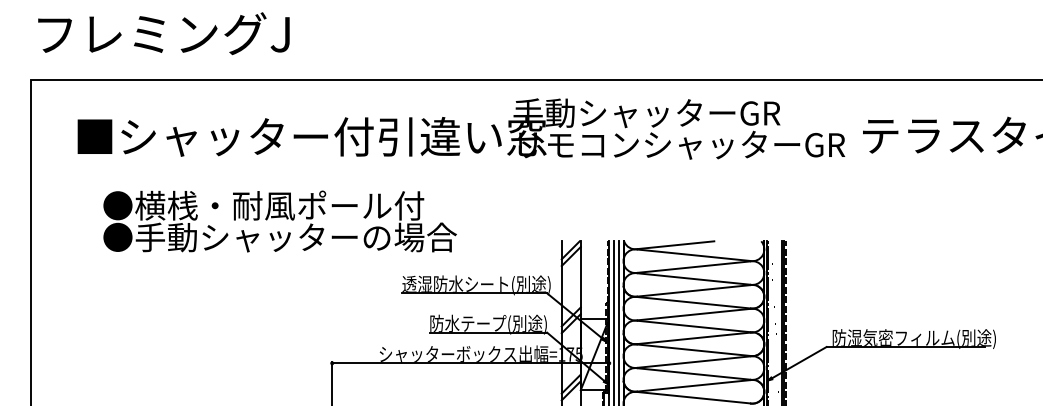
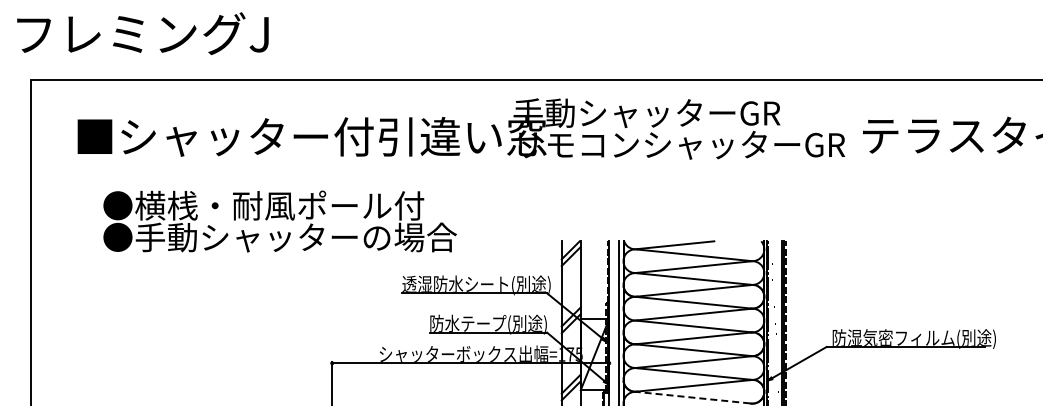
text at (163, 33) position: (163, 33) -> (142, 33)
line at (613, 321): present -> none
line at (693, 397): solid -> dashed
